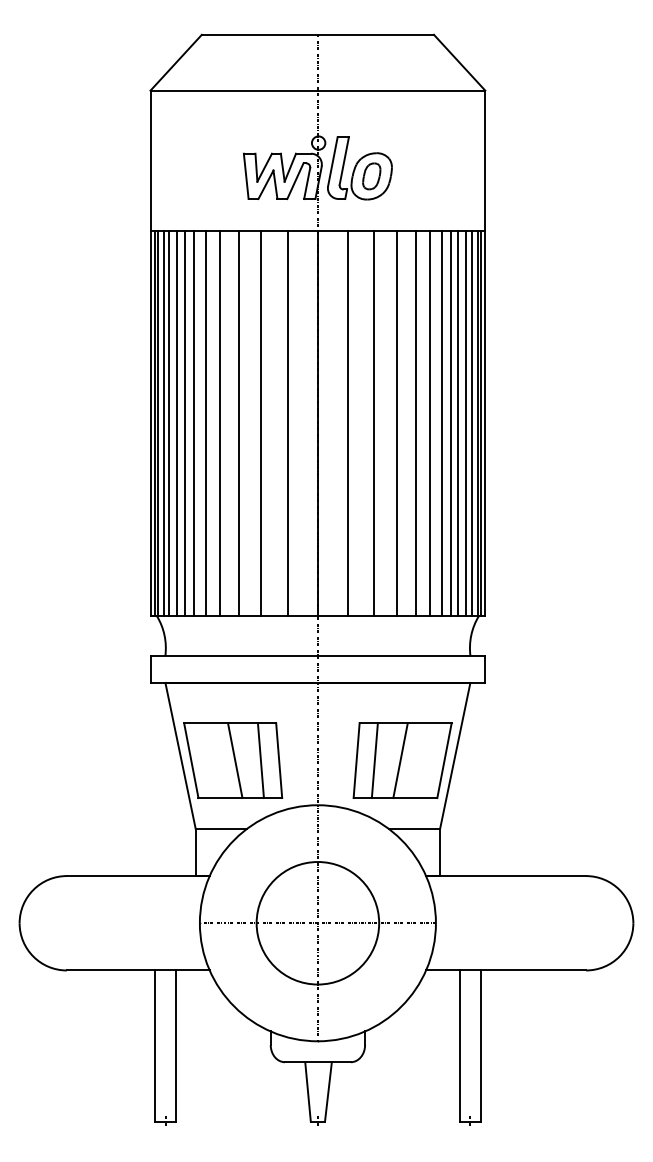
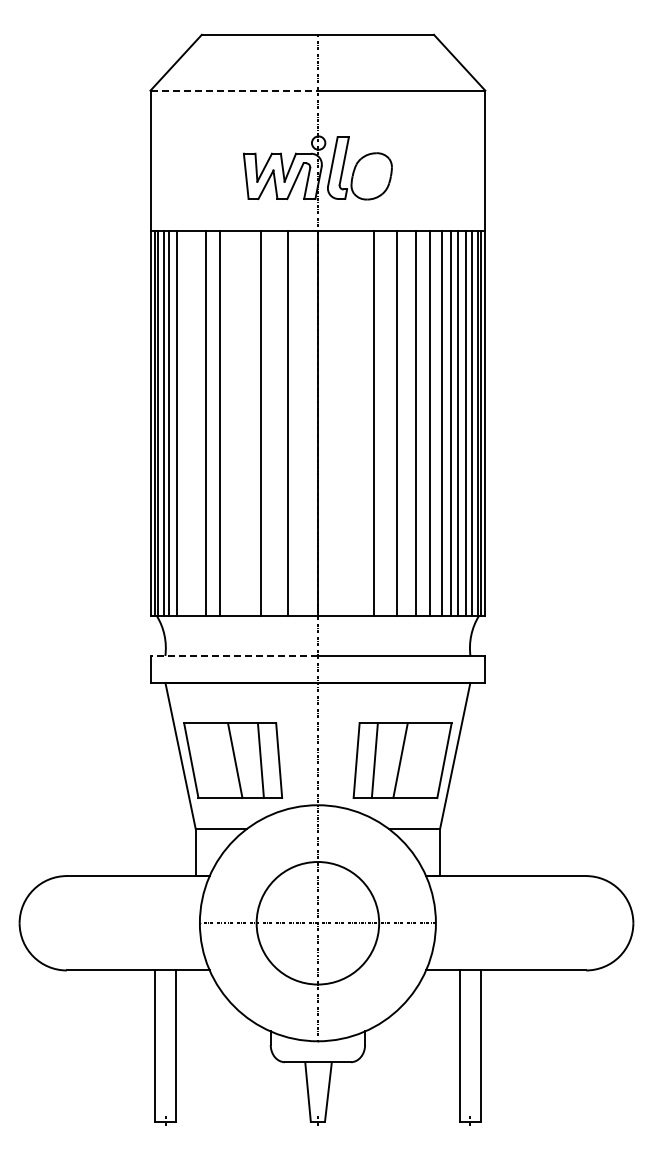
line at (234, 90): solid -> dashed
part at (371, 176): present -> none
line at (184, 423): present -> none
line at (193, 423): present -> none
line at (238, 423): present -> none
line at (348, 423): present -> none
line at (234, 656): solid -> dashed
